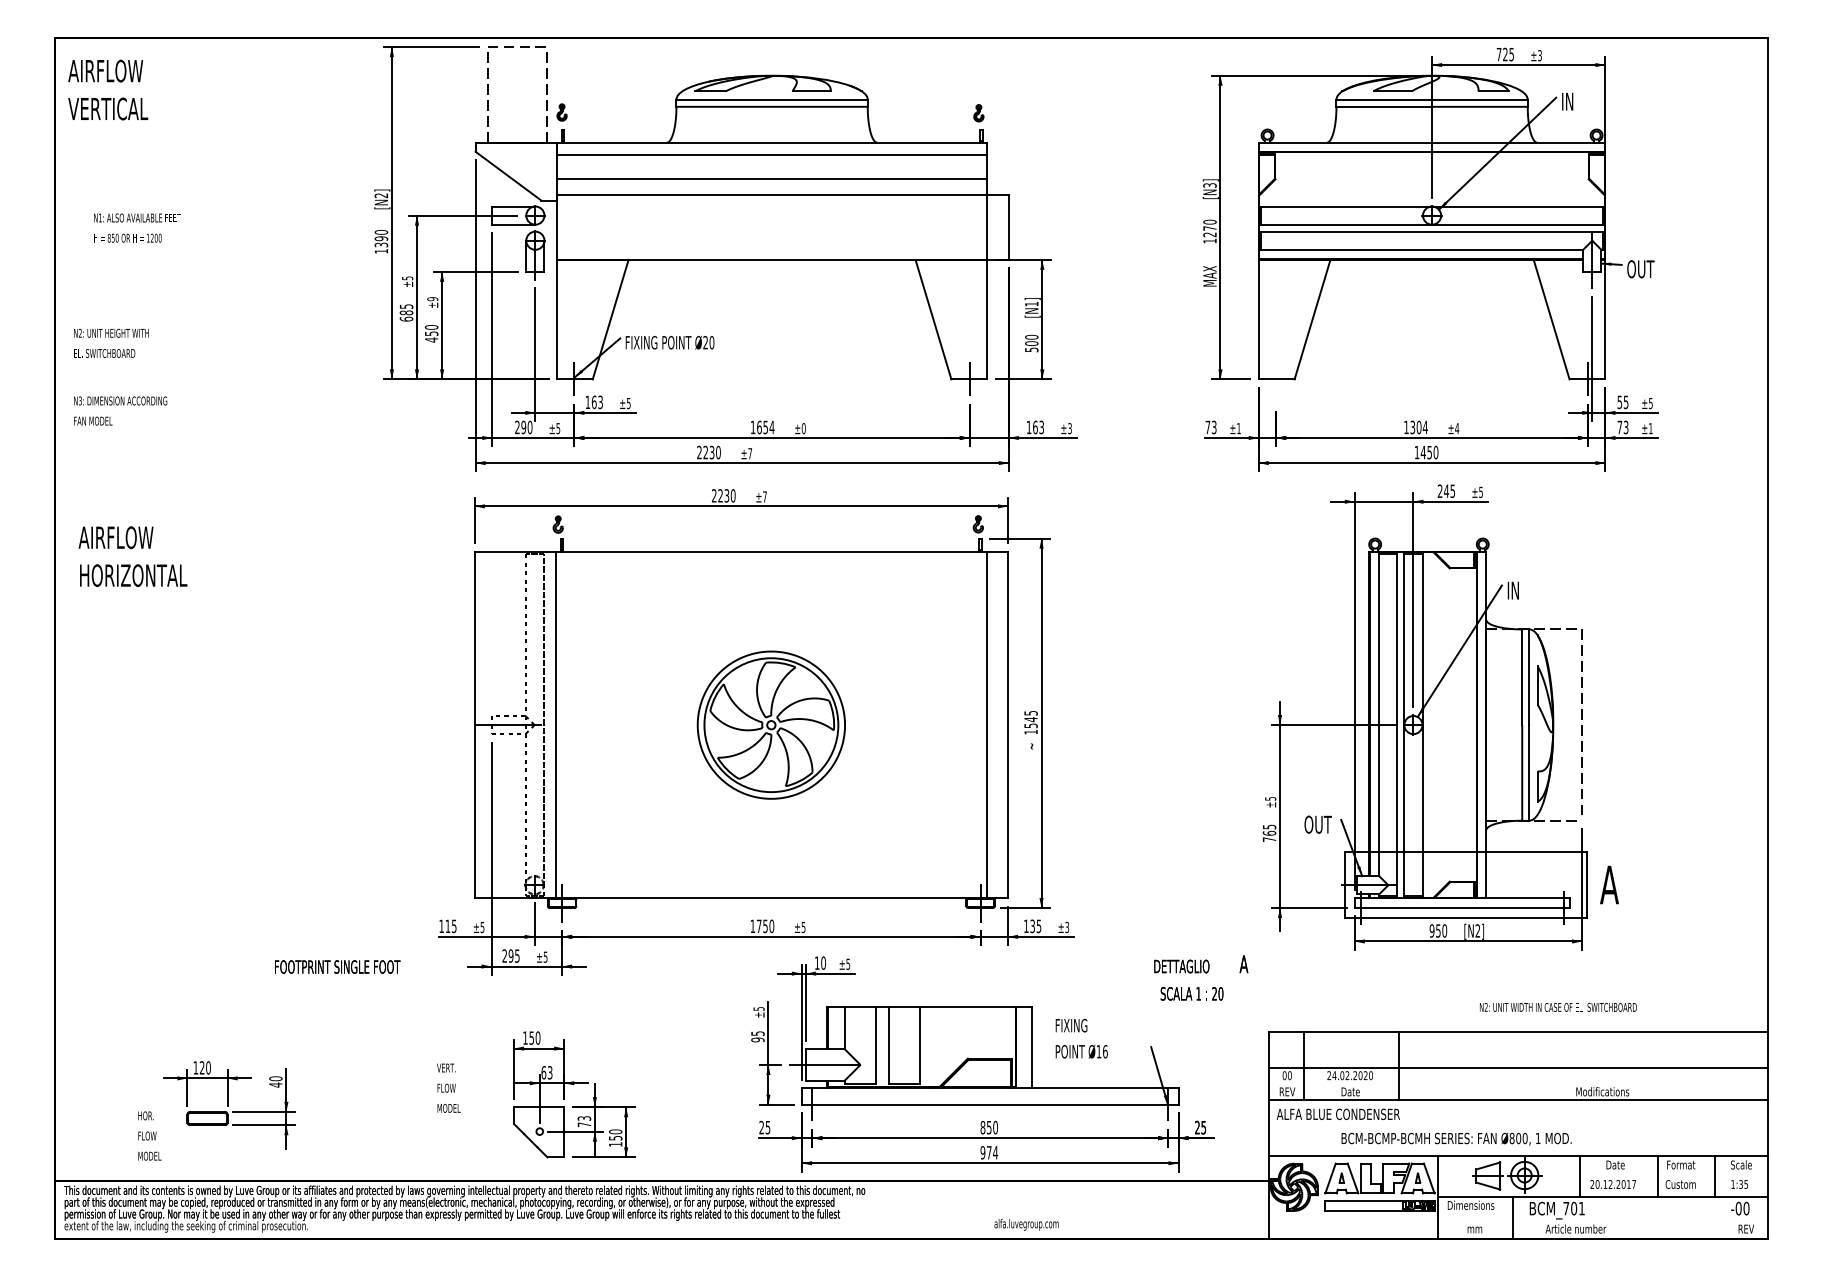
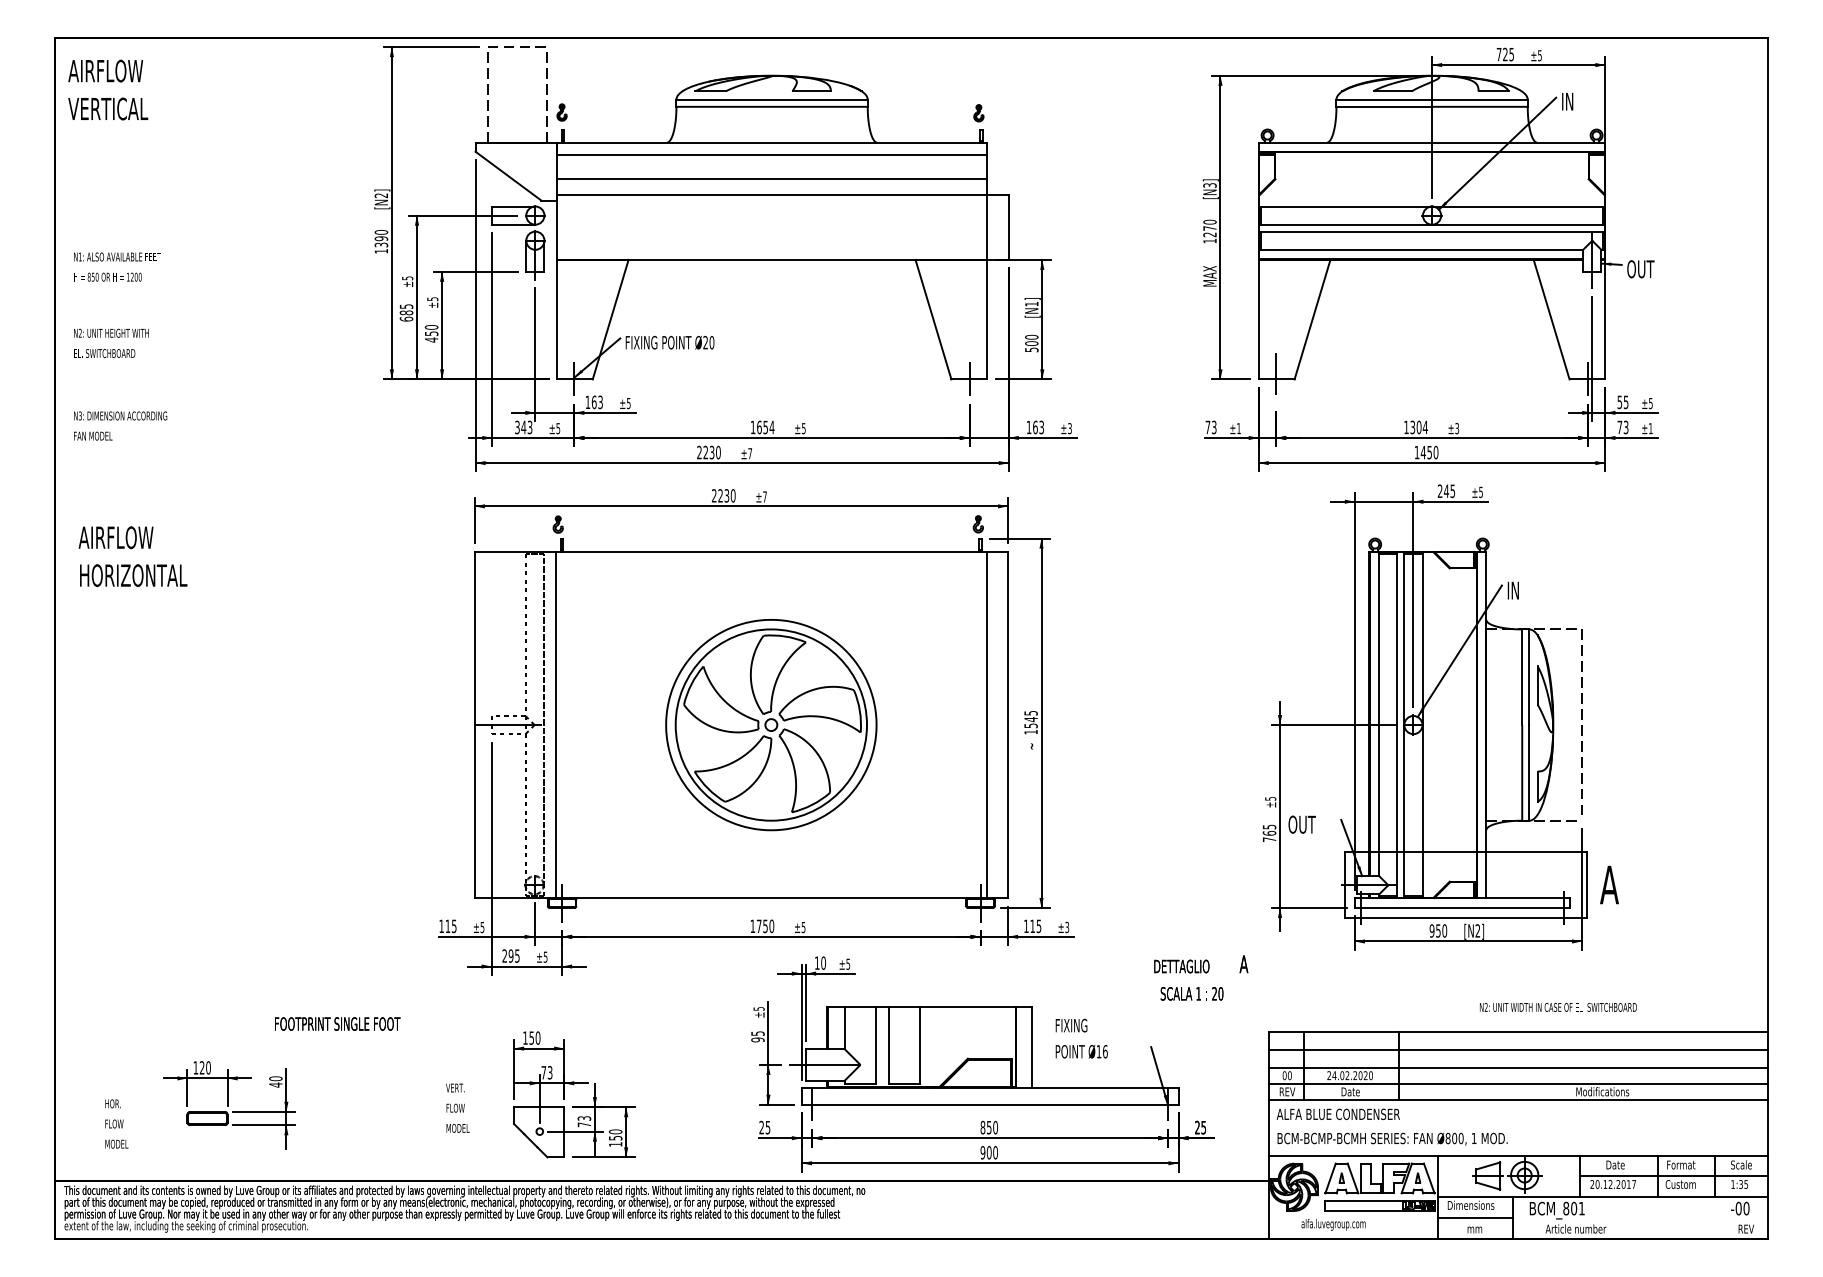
text at (1539, 54): ±3 -> ±5
text at (137, 227) position: (137, 227) -> (117, 266)
text at (432, 299): ±9 -> ±5
line at (1276, 374): none -> present
text at (120, 410) position: (120, 410) -> (120, 425)
text at (523, 427): 290 -> 343
text at (803, 428): ±0 -> ±5
text at (1457, 428): ±4 -> ±3
part at (770, 724) size: 150x150 px -> 213x213 px
text at (1317, 824) position: (1317, 824) -> (1301, 824)
text at (1032, 926): 135 -> 115
text at (337, 966) position: (337, 966) -> (337, 1023)
line at (1518, 1049): none -> present
text at (543, 1072): 63 -> 73
line at (1518, 1084): none -> present
text at (448, 1087) position: (448, 1087) -> (457, 1107)
text at (149, 1135) position: (149, 1135) -> (116, 1123)
text at (1456, 1138) position: (1456, 1138) -> (1392, 1138)
text at (992, 1152): 974 -> 900
line at (1674, 1175): none -> present
text at (1566, 1208): BCM_701 -> BCM_801
line at (1474, 1218): none -> present
text at (1026, 1224) position: (1026, 1224) -> (1333, 1224)
